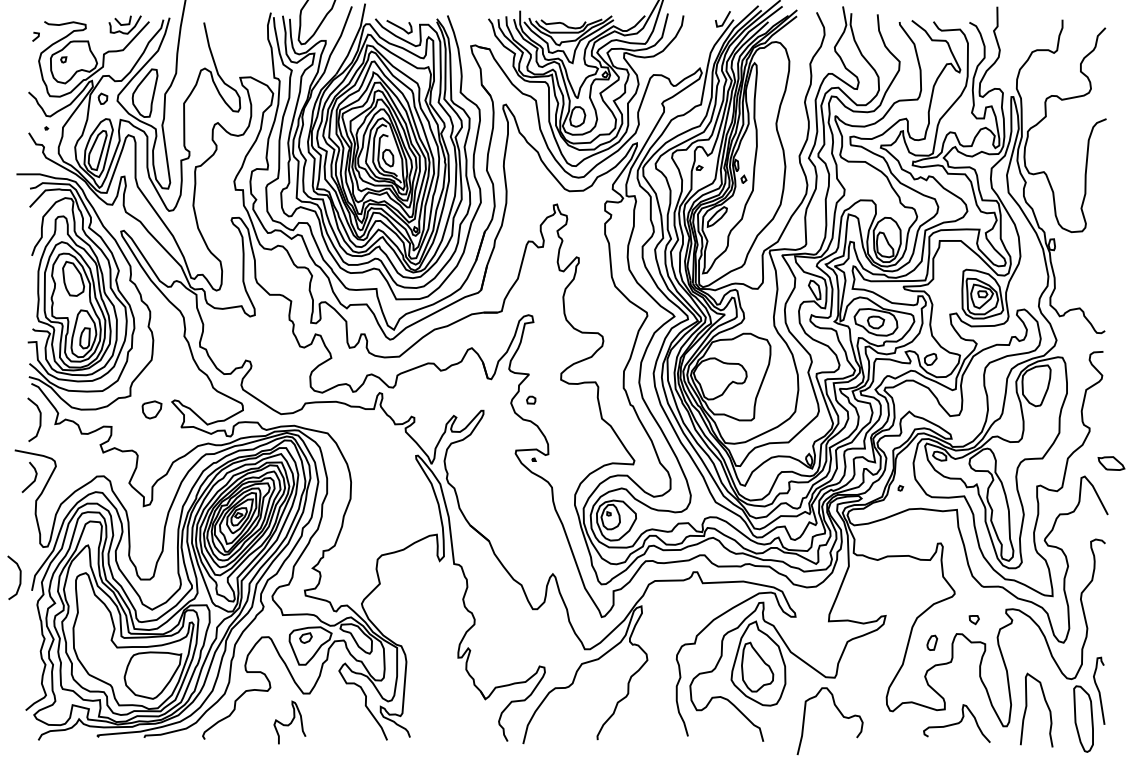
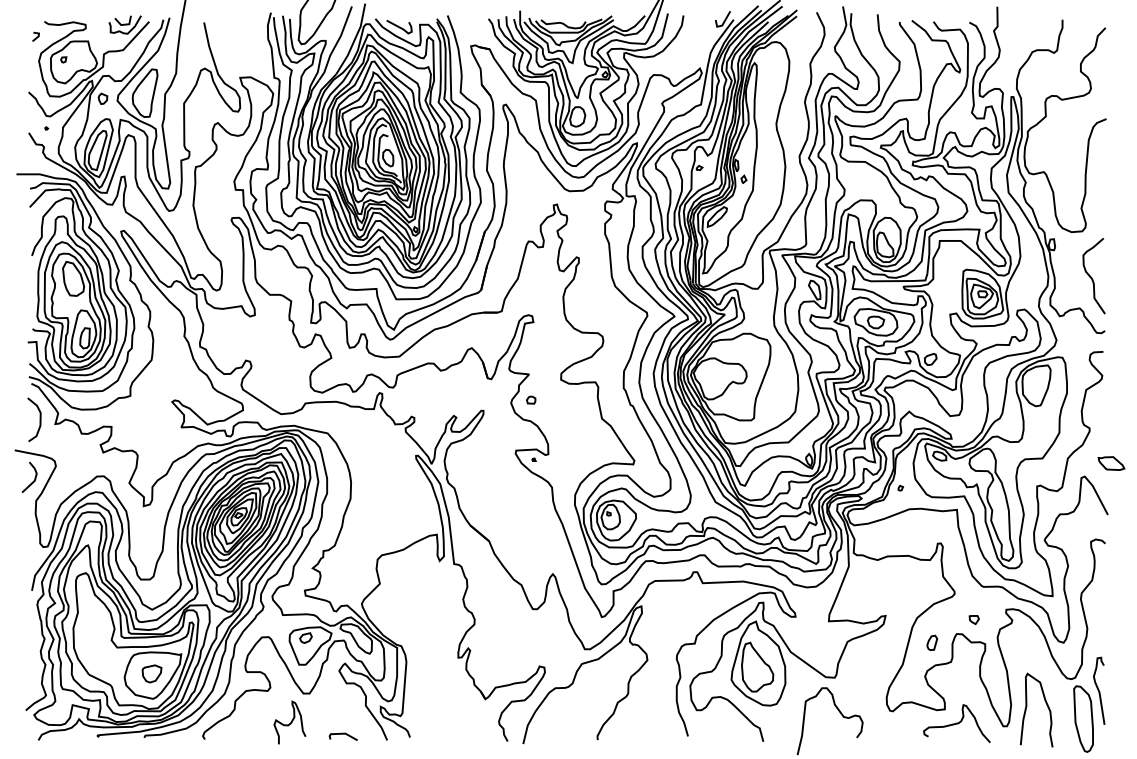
curve at (1092, 277): none -> present
part at (151, 409) position: (151, 409) -> (151, 673)
curve at (19, 577): present -> none
line at (342, 734): none -> present
